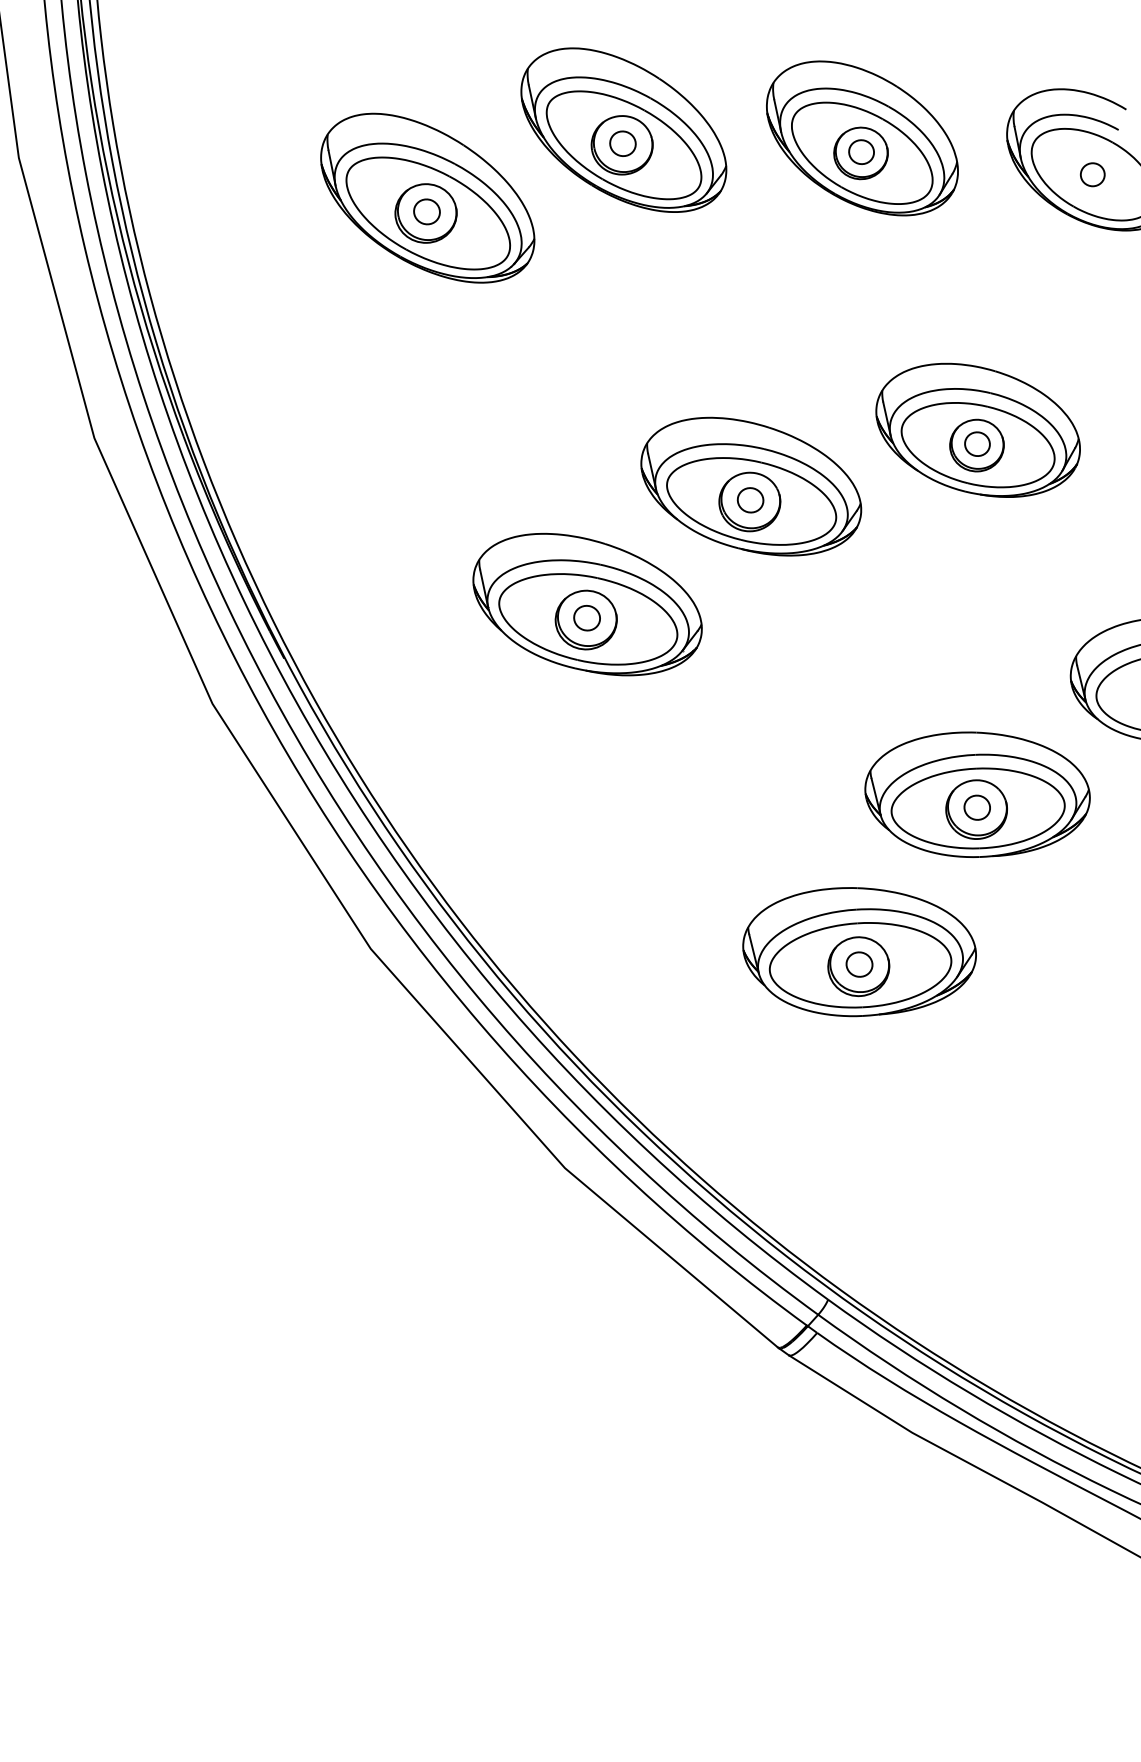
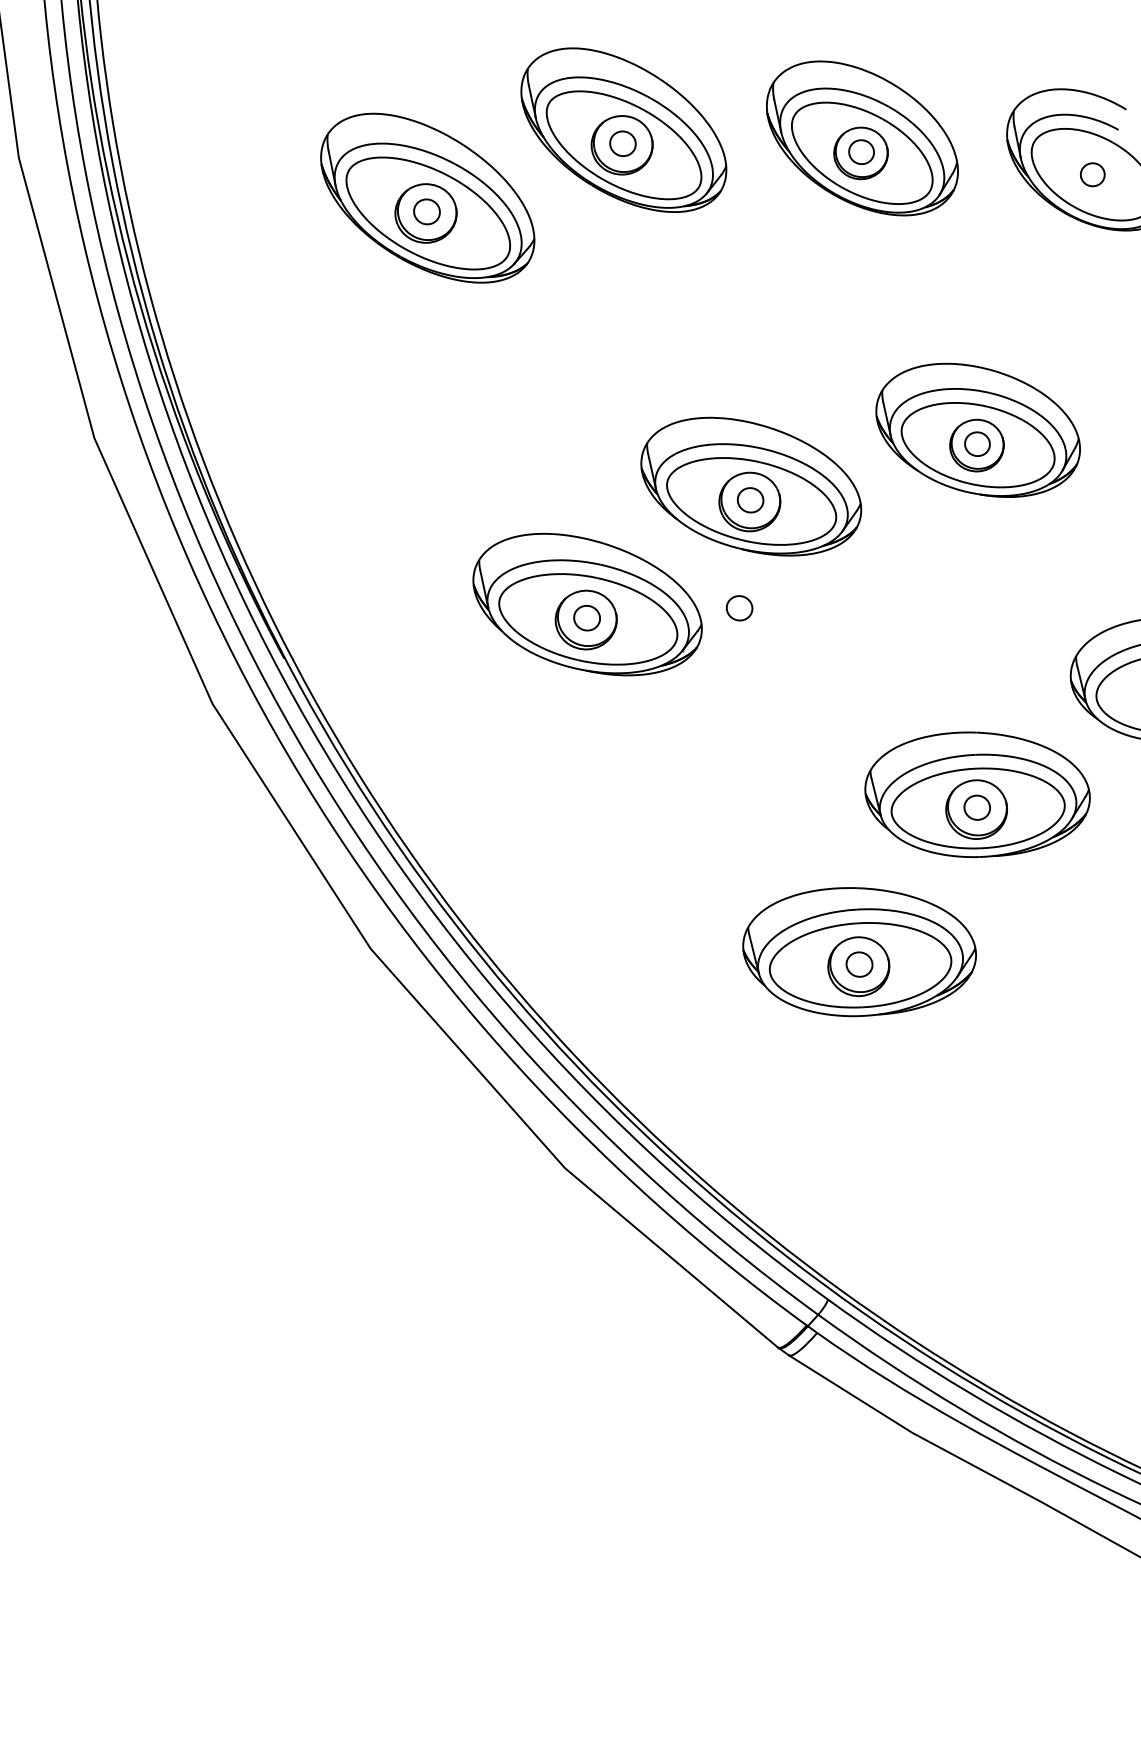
part at (739, 608): none -> present
